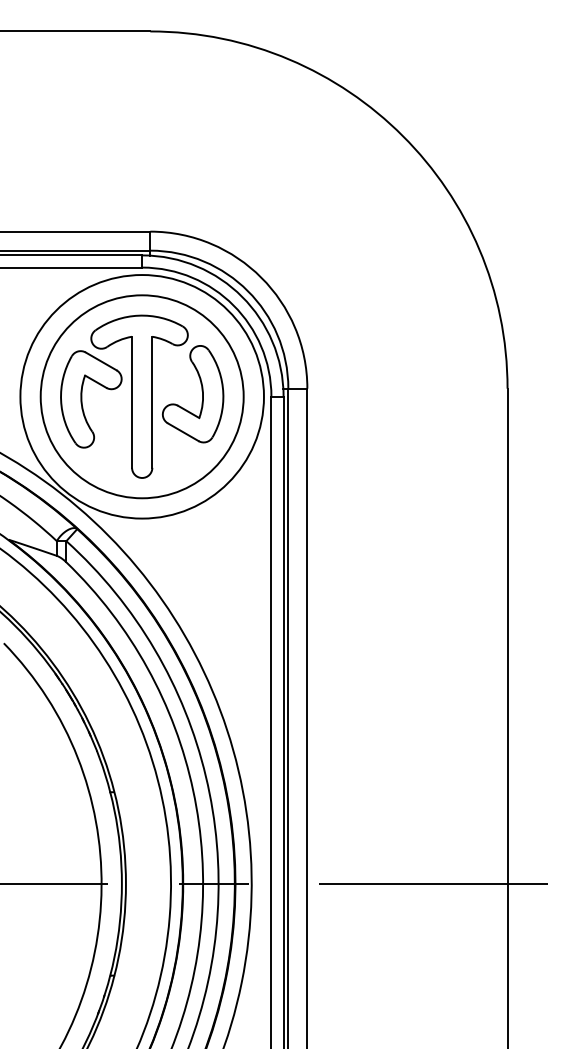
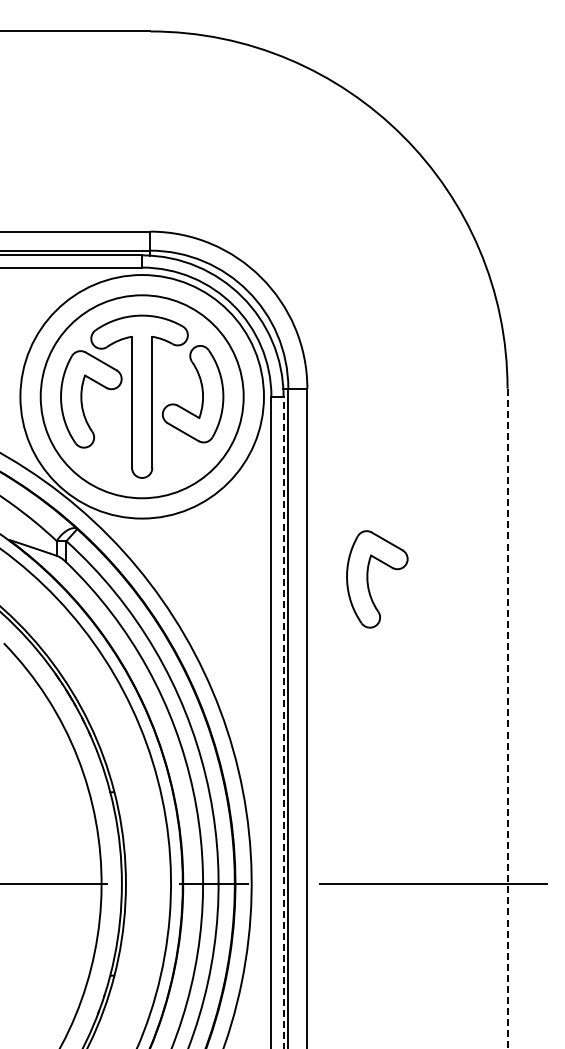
part at (368, 579): none -> present
line at (507, 718): solid -> dashed
line at (283, 722): solid -> dashed
